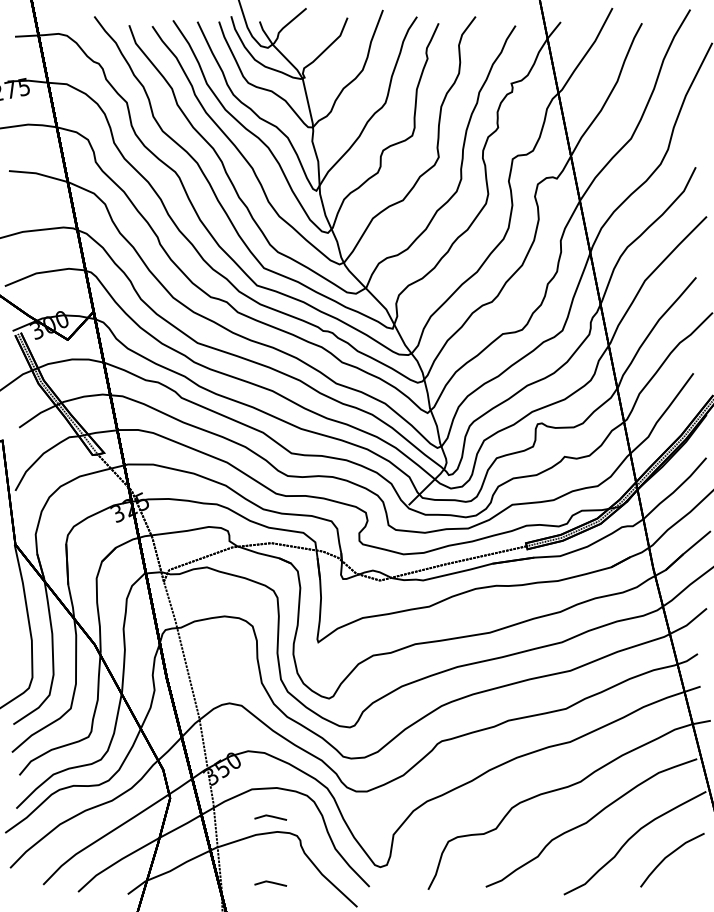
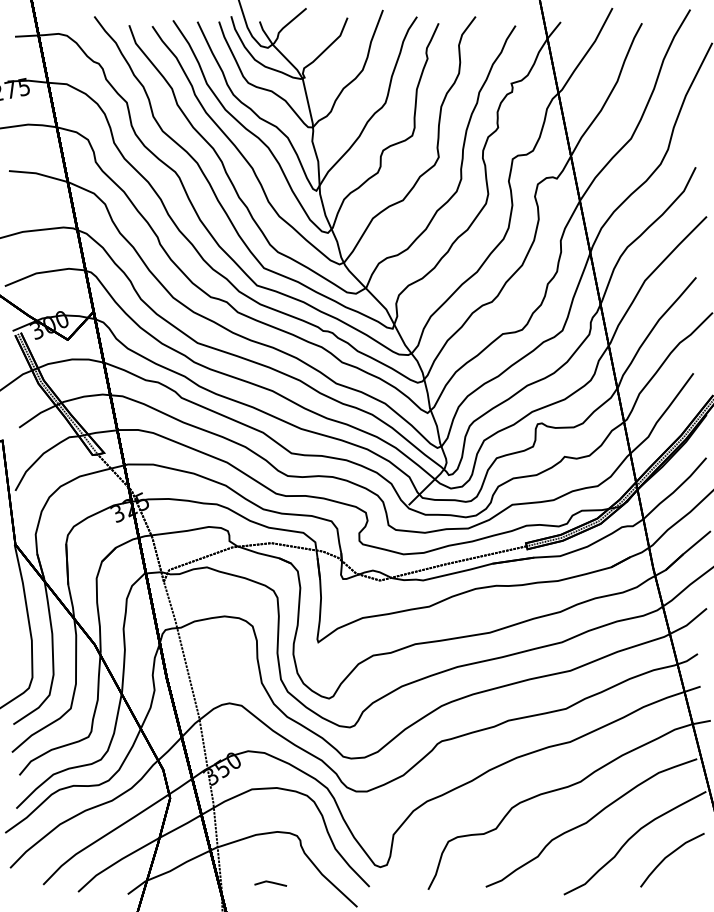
line at (270, 817): present -> none
